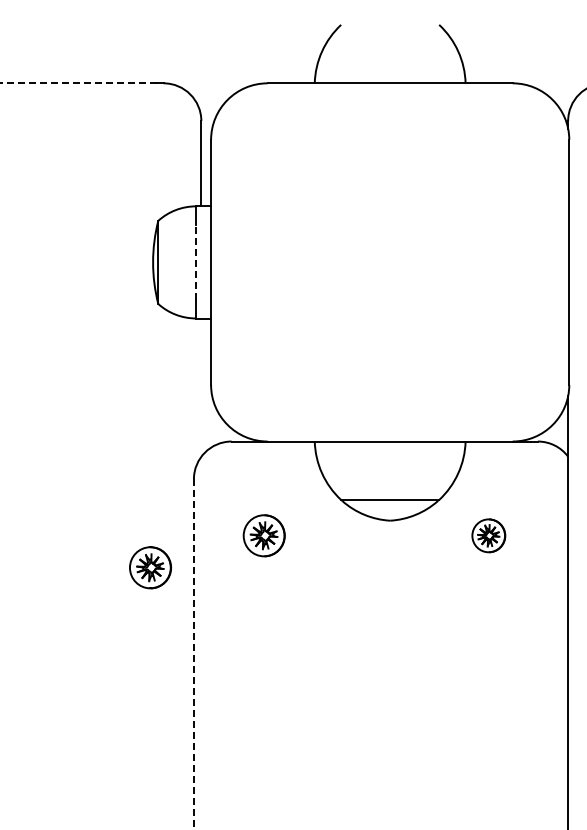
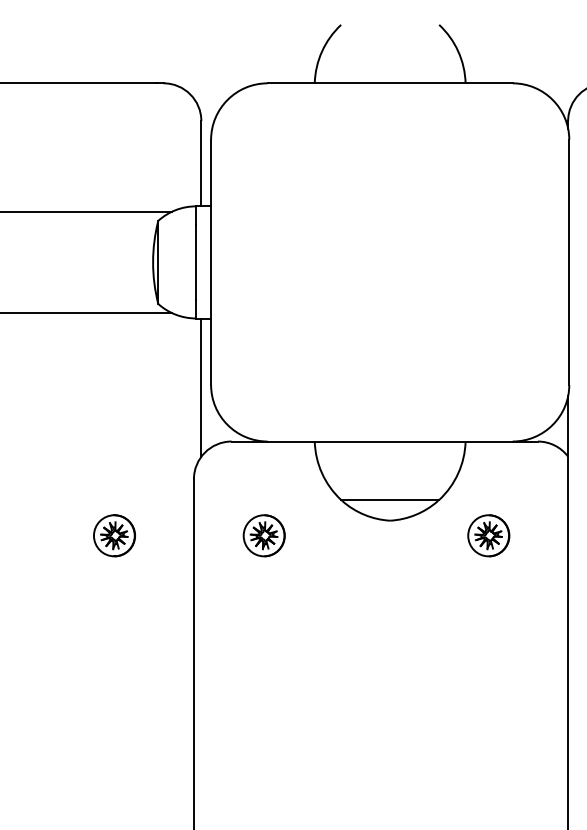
line at (77, 83): dashed -> solid
line at (87, 211): none -> present
line at (196, 262): dashed -> solid
line at (87, 313): none -> present
line at (201, 387): none -> present
part at (488, 535) size: 36x36 px -> 44x44 px
part at (150, 567) position: (150, 567) -> (114, 535)
line at (193, 654): dashed -> solid
